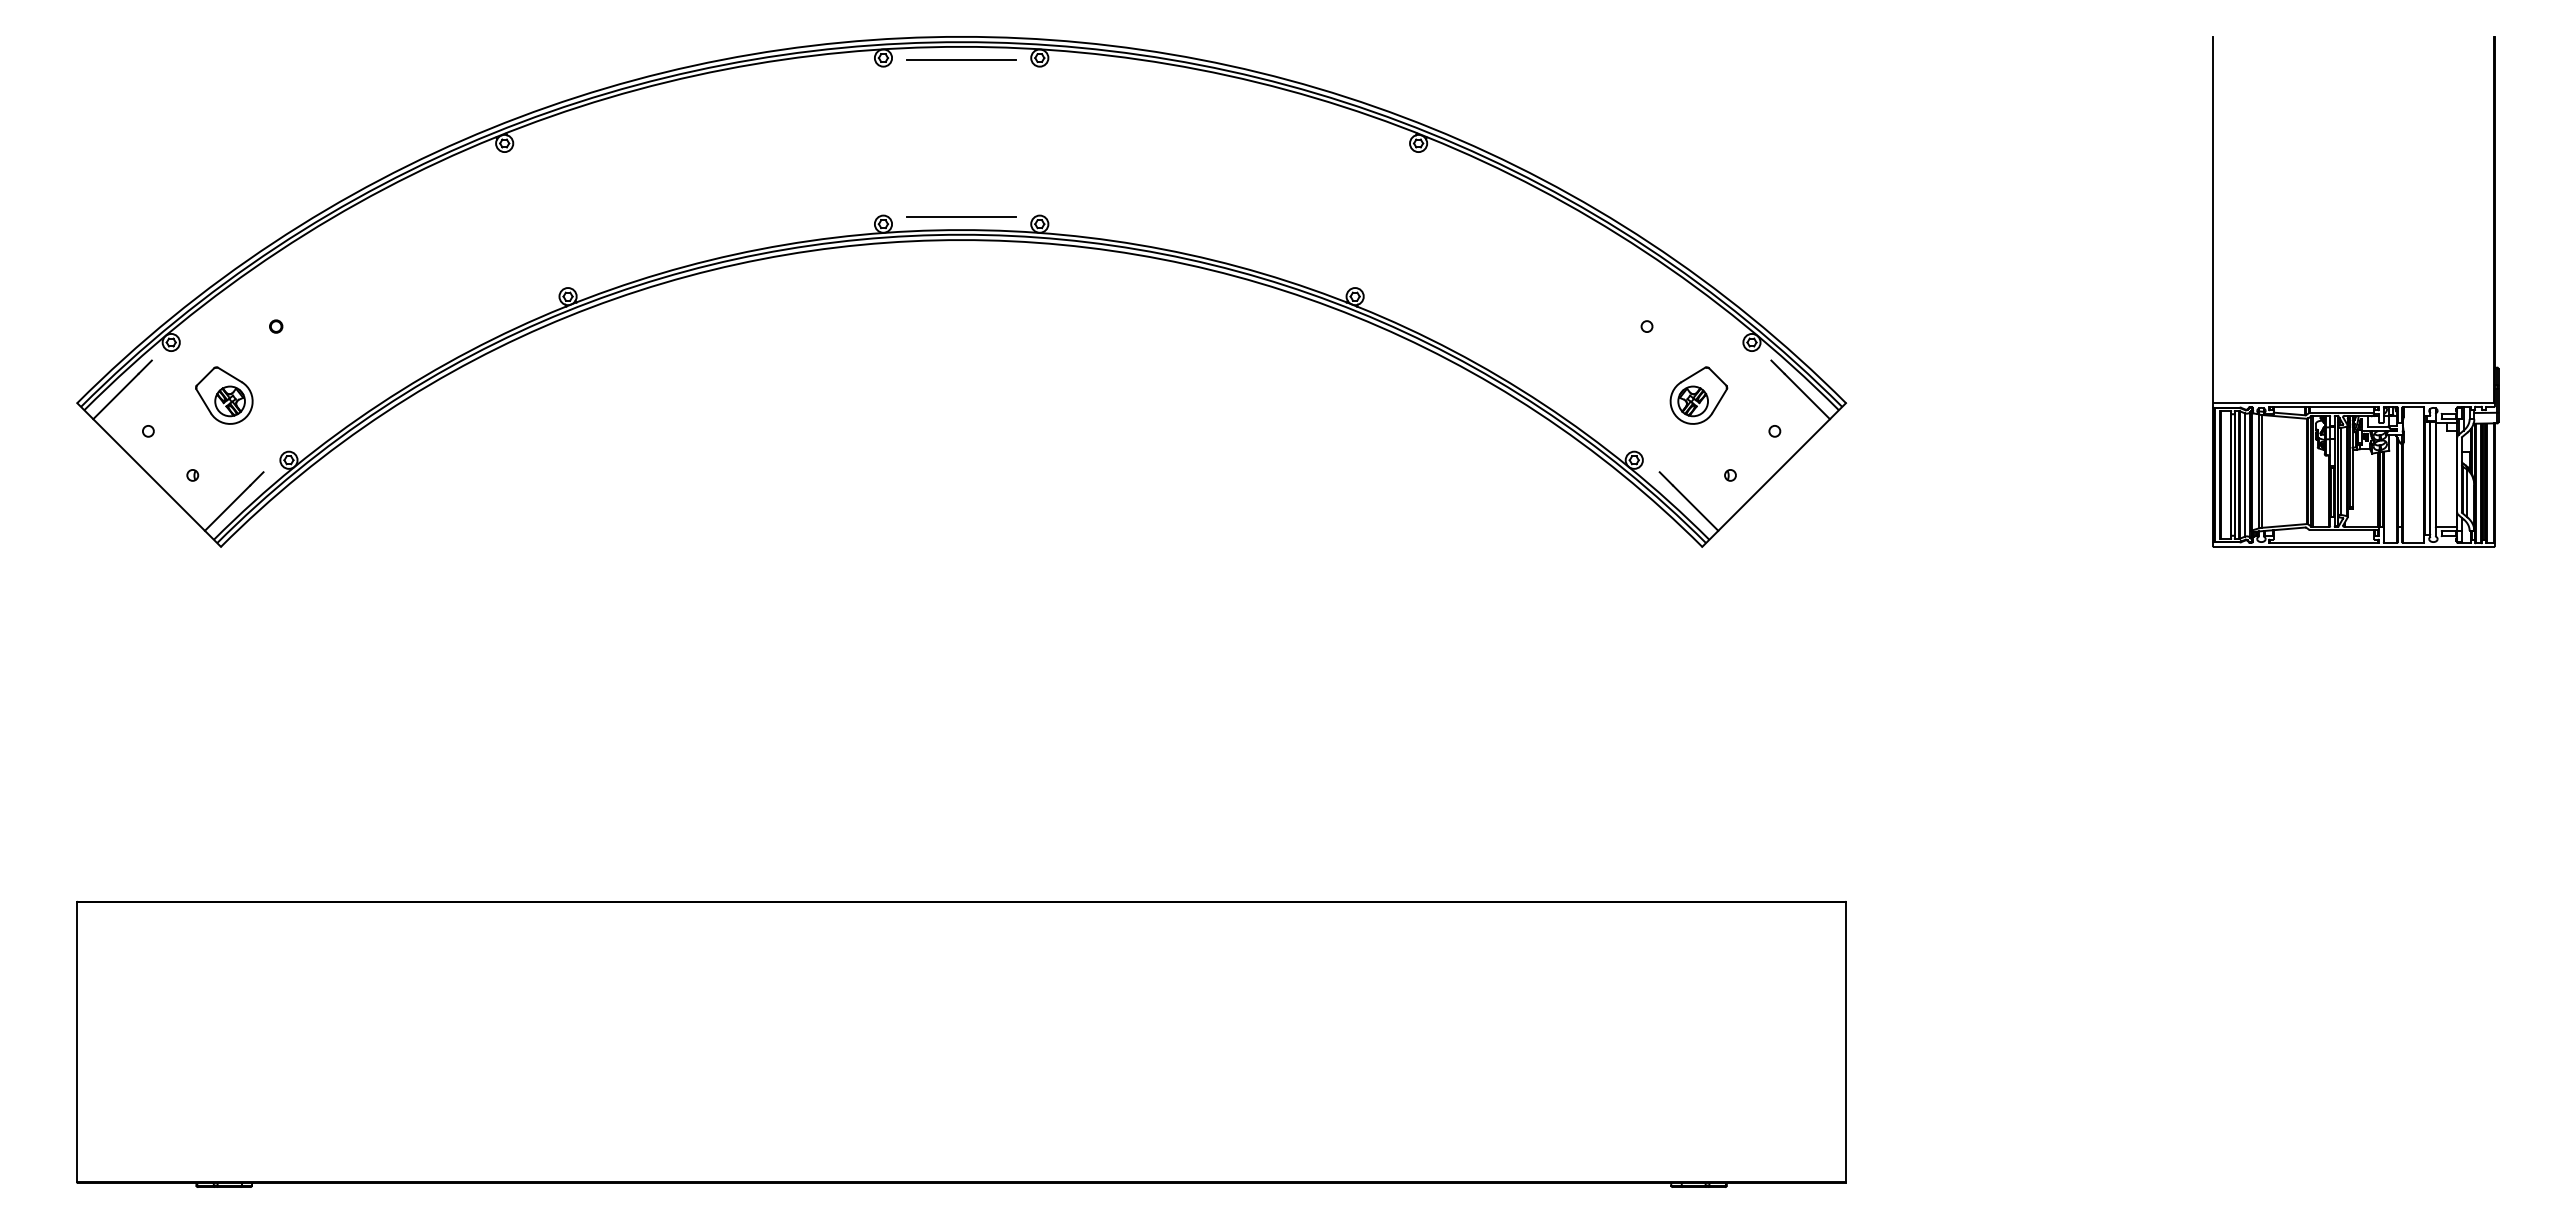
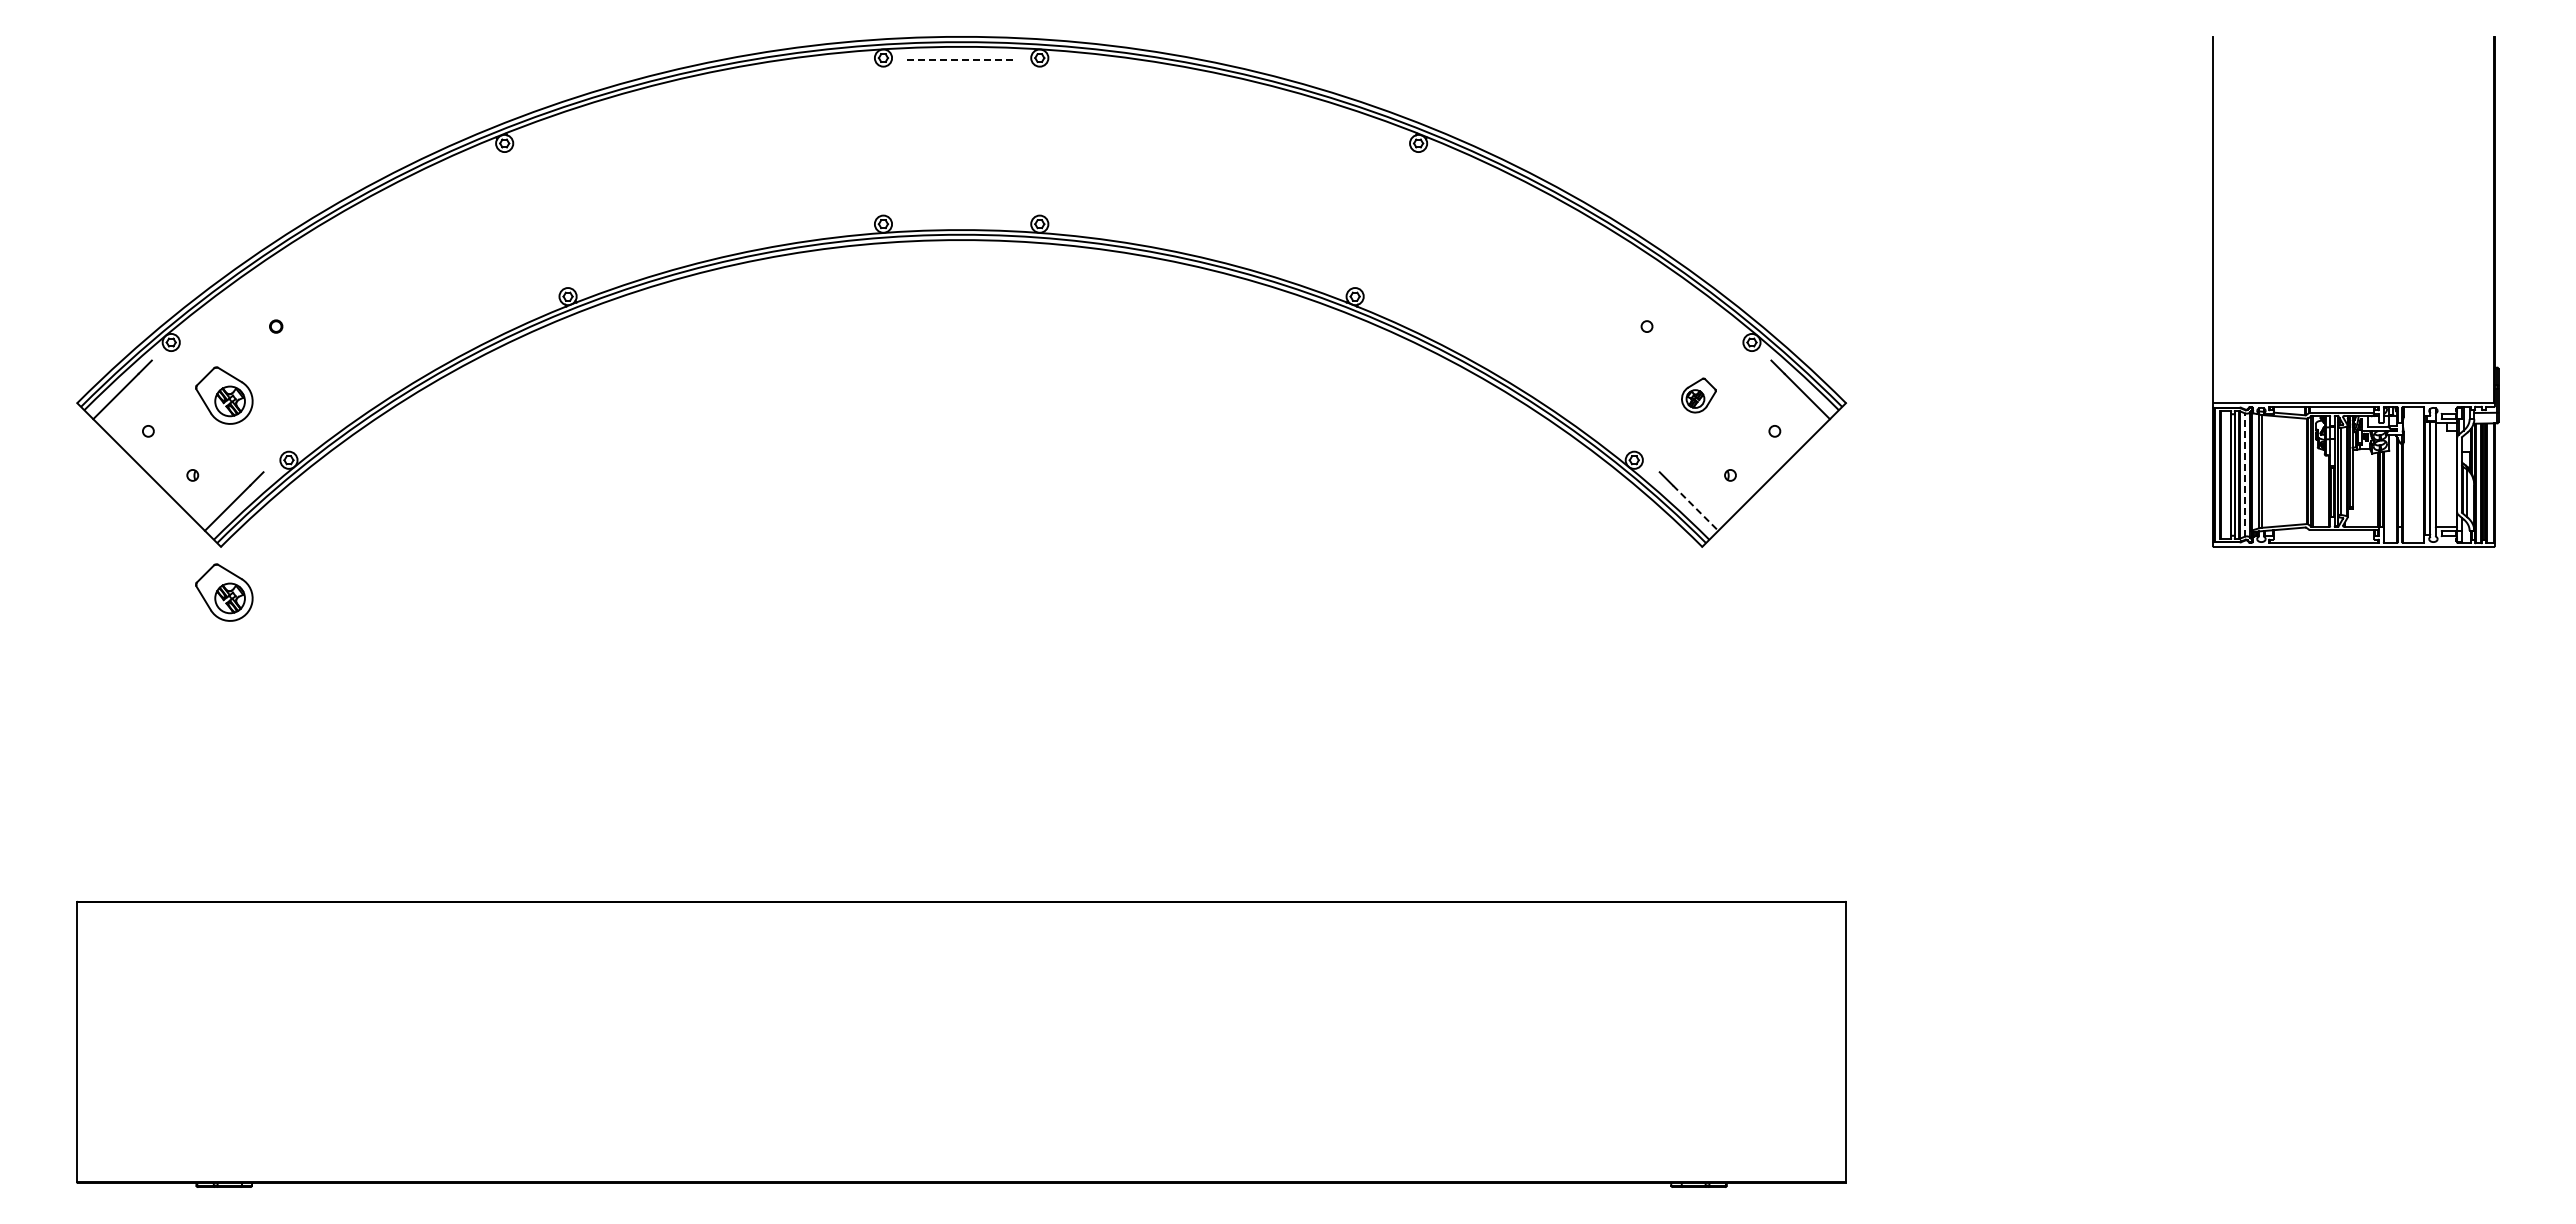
line at (961, 59): solid -> dashed
line at (961, 217): present -> none
part at (1698, 395) size: 60x59 px -> 36x37 px
line at (2244, 475): solid -> dashed
line at (1696, 508): solid -> dashed
part at (224, 592): none -> present
